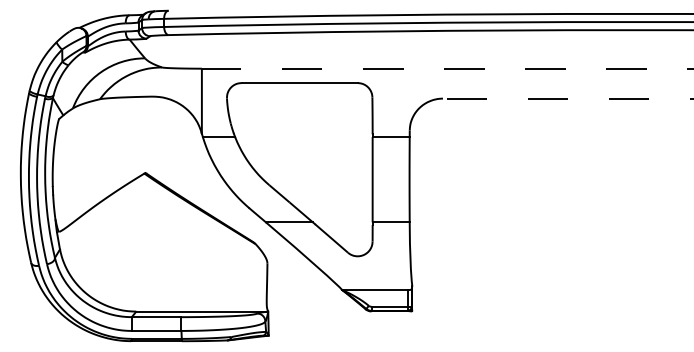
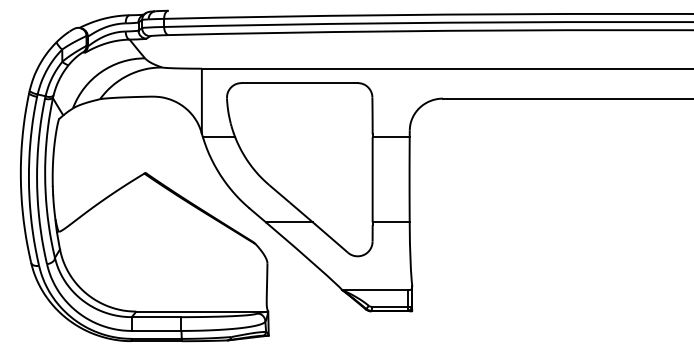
line at (447, 68): dashed -> solid
line at (567, 98): dashed -> solid
